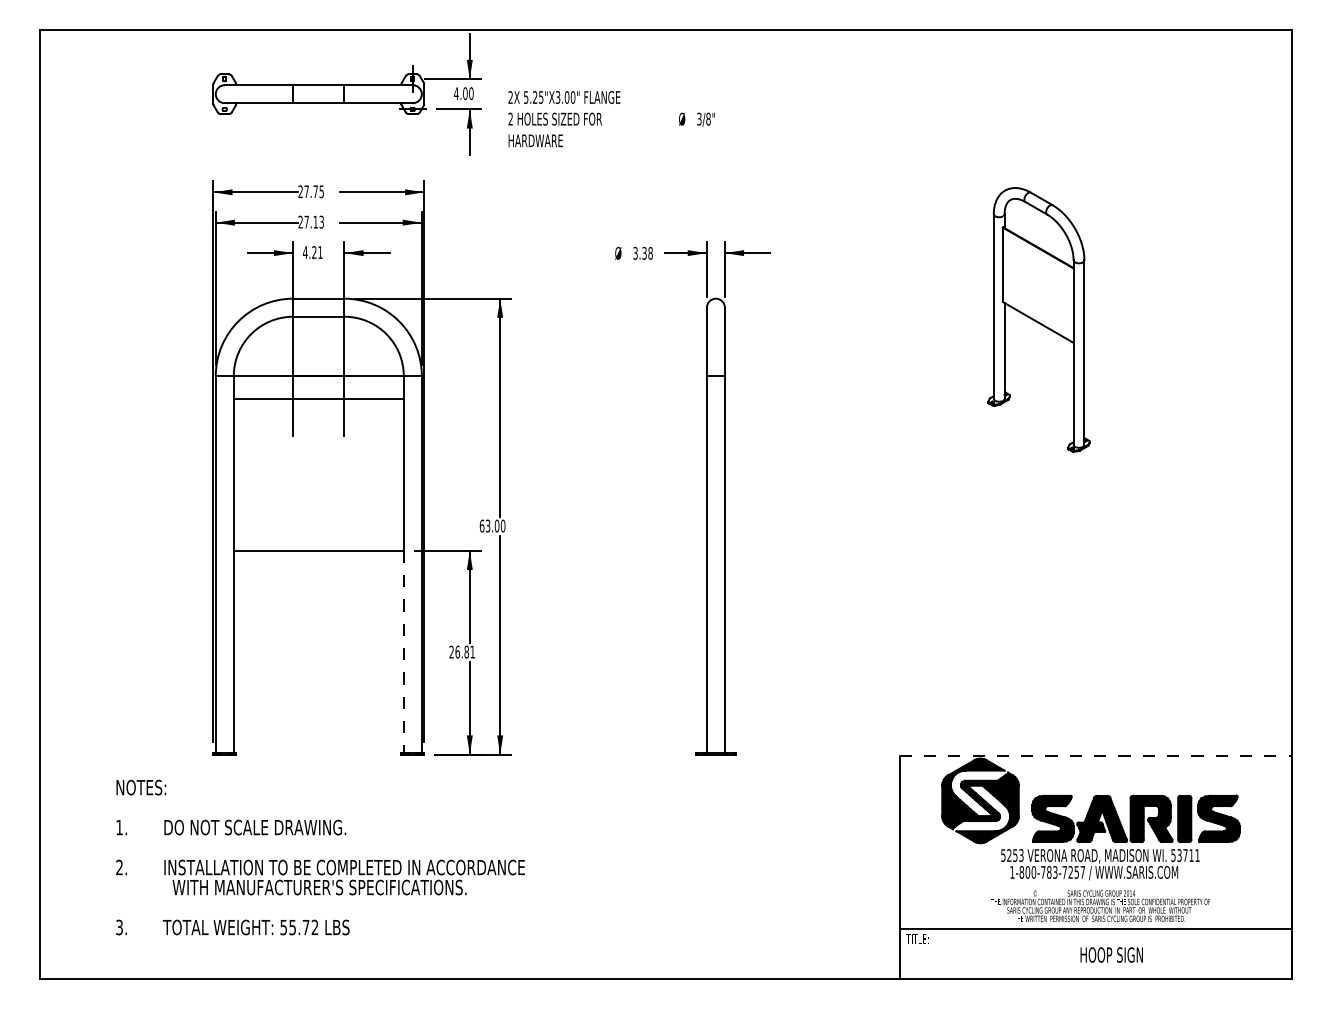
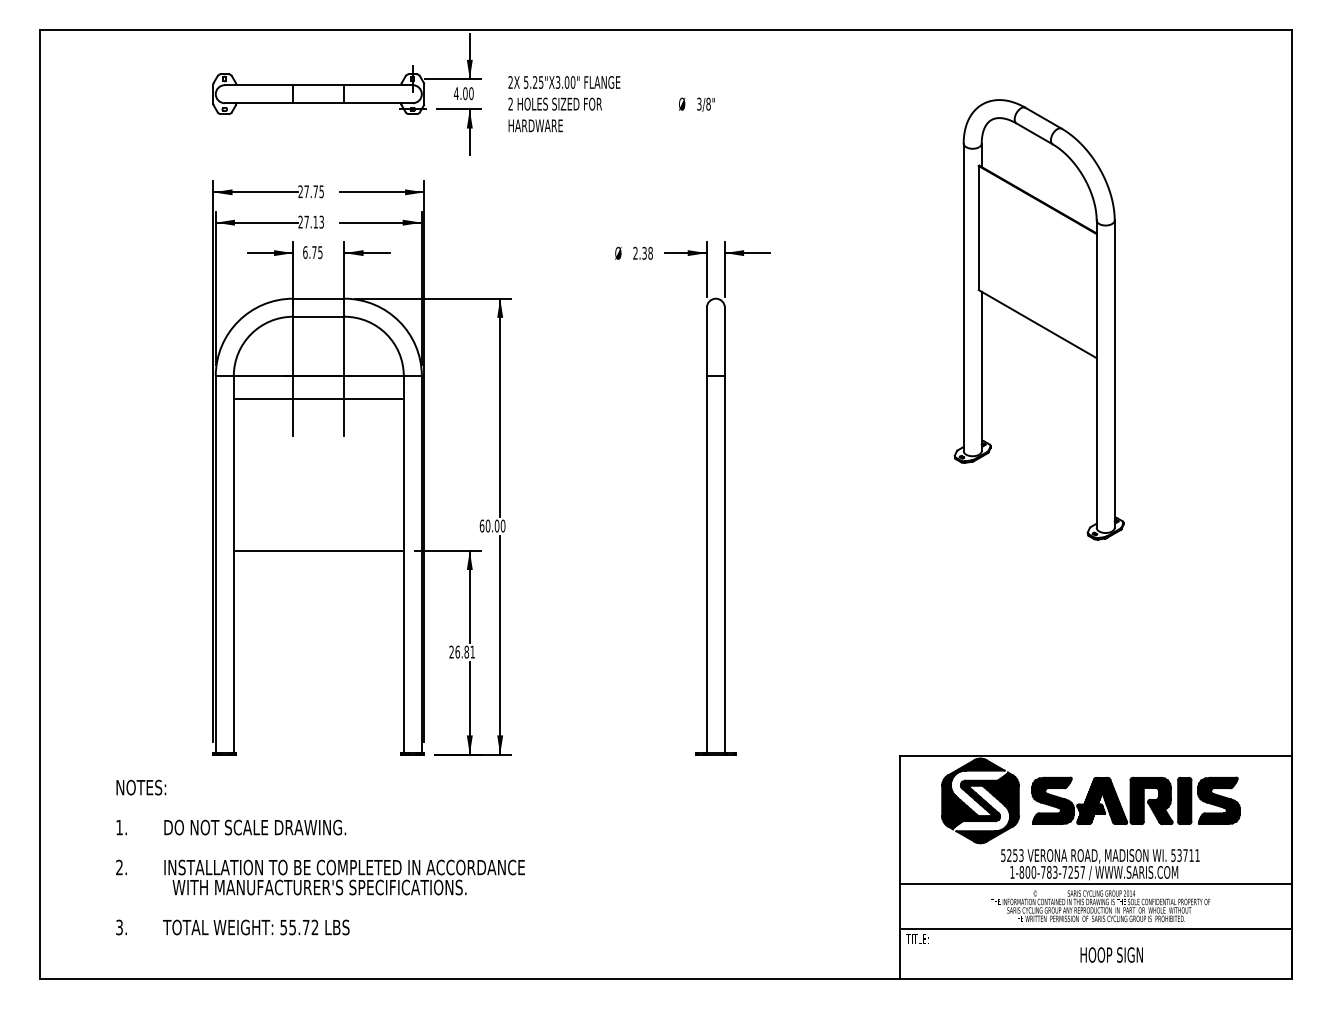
text at (611, 119) position: (611, 119) -> (611, 104)
text at (312, 252): 4.21 -> 6.75
text at (635, 253): 3.38 -> 2.38
part at (1038, 319) size: 104x266 px -> 172x442 px
text at (487, 525): 63.00 -> 60.00
line at (403, 651): dashed -> solid
line at (1096, 755): dashed -> solid
part at (1135, 818) position: (1135, 818) -> (1135, 800)
line at (1095, 884): none -> present
